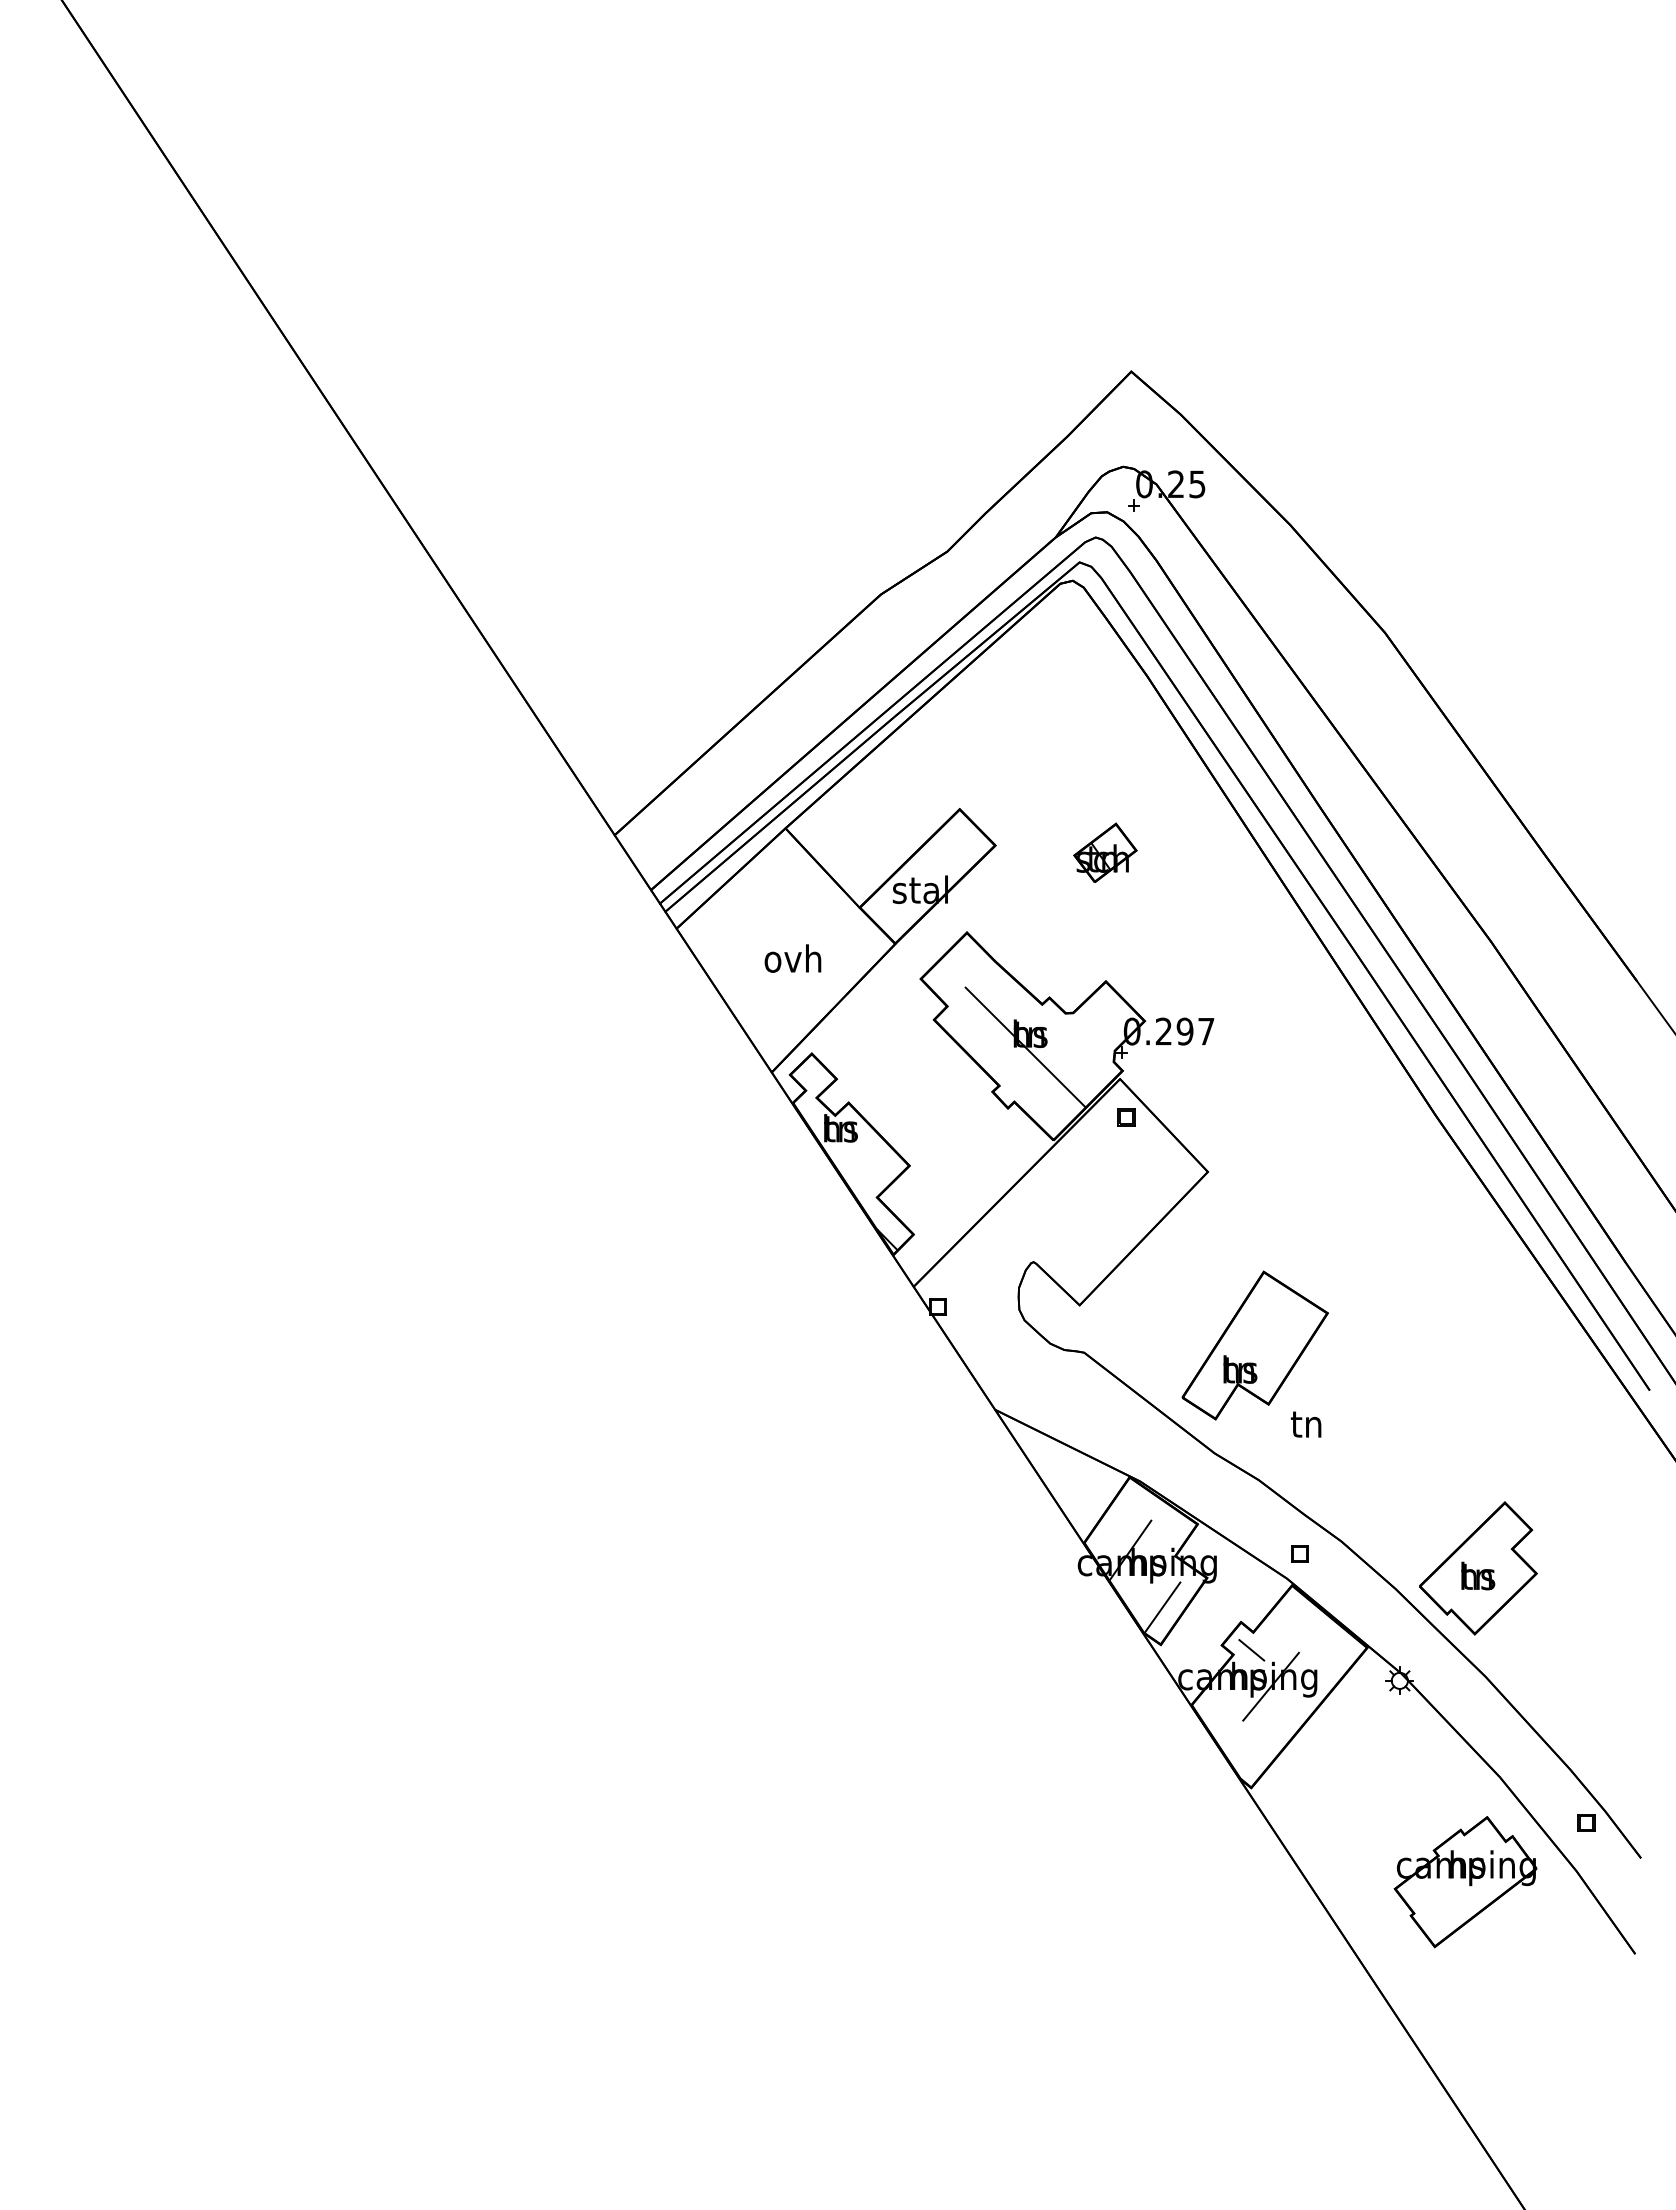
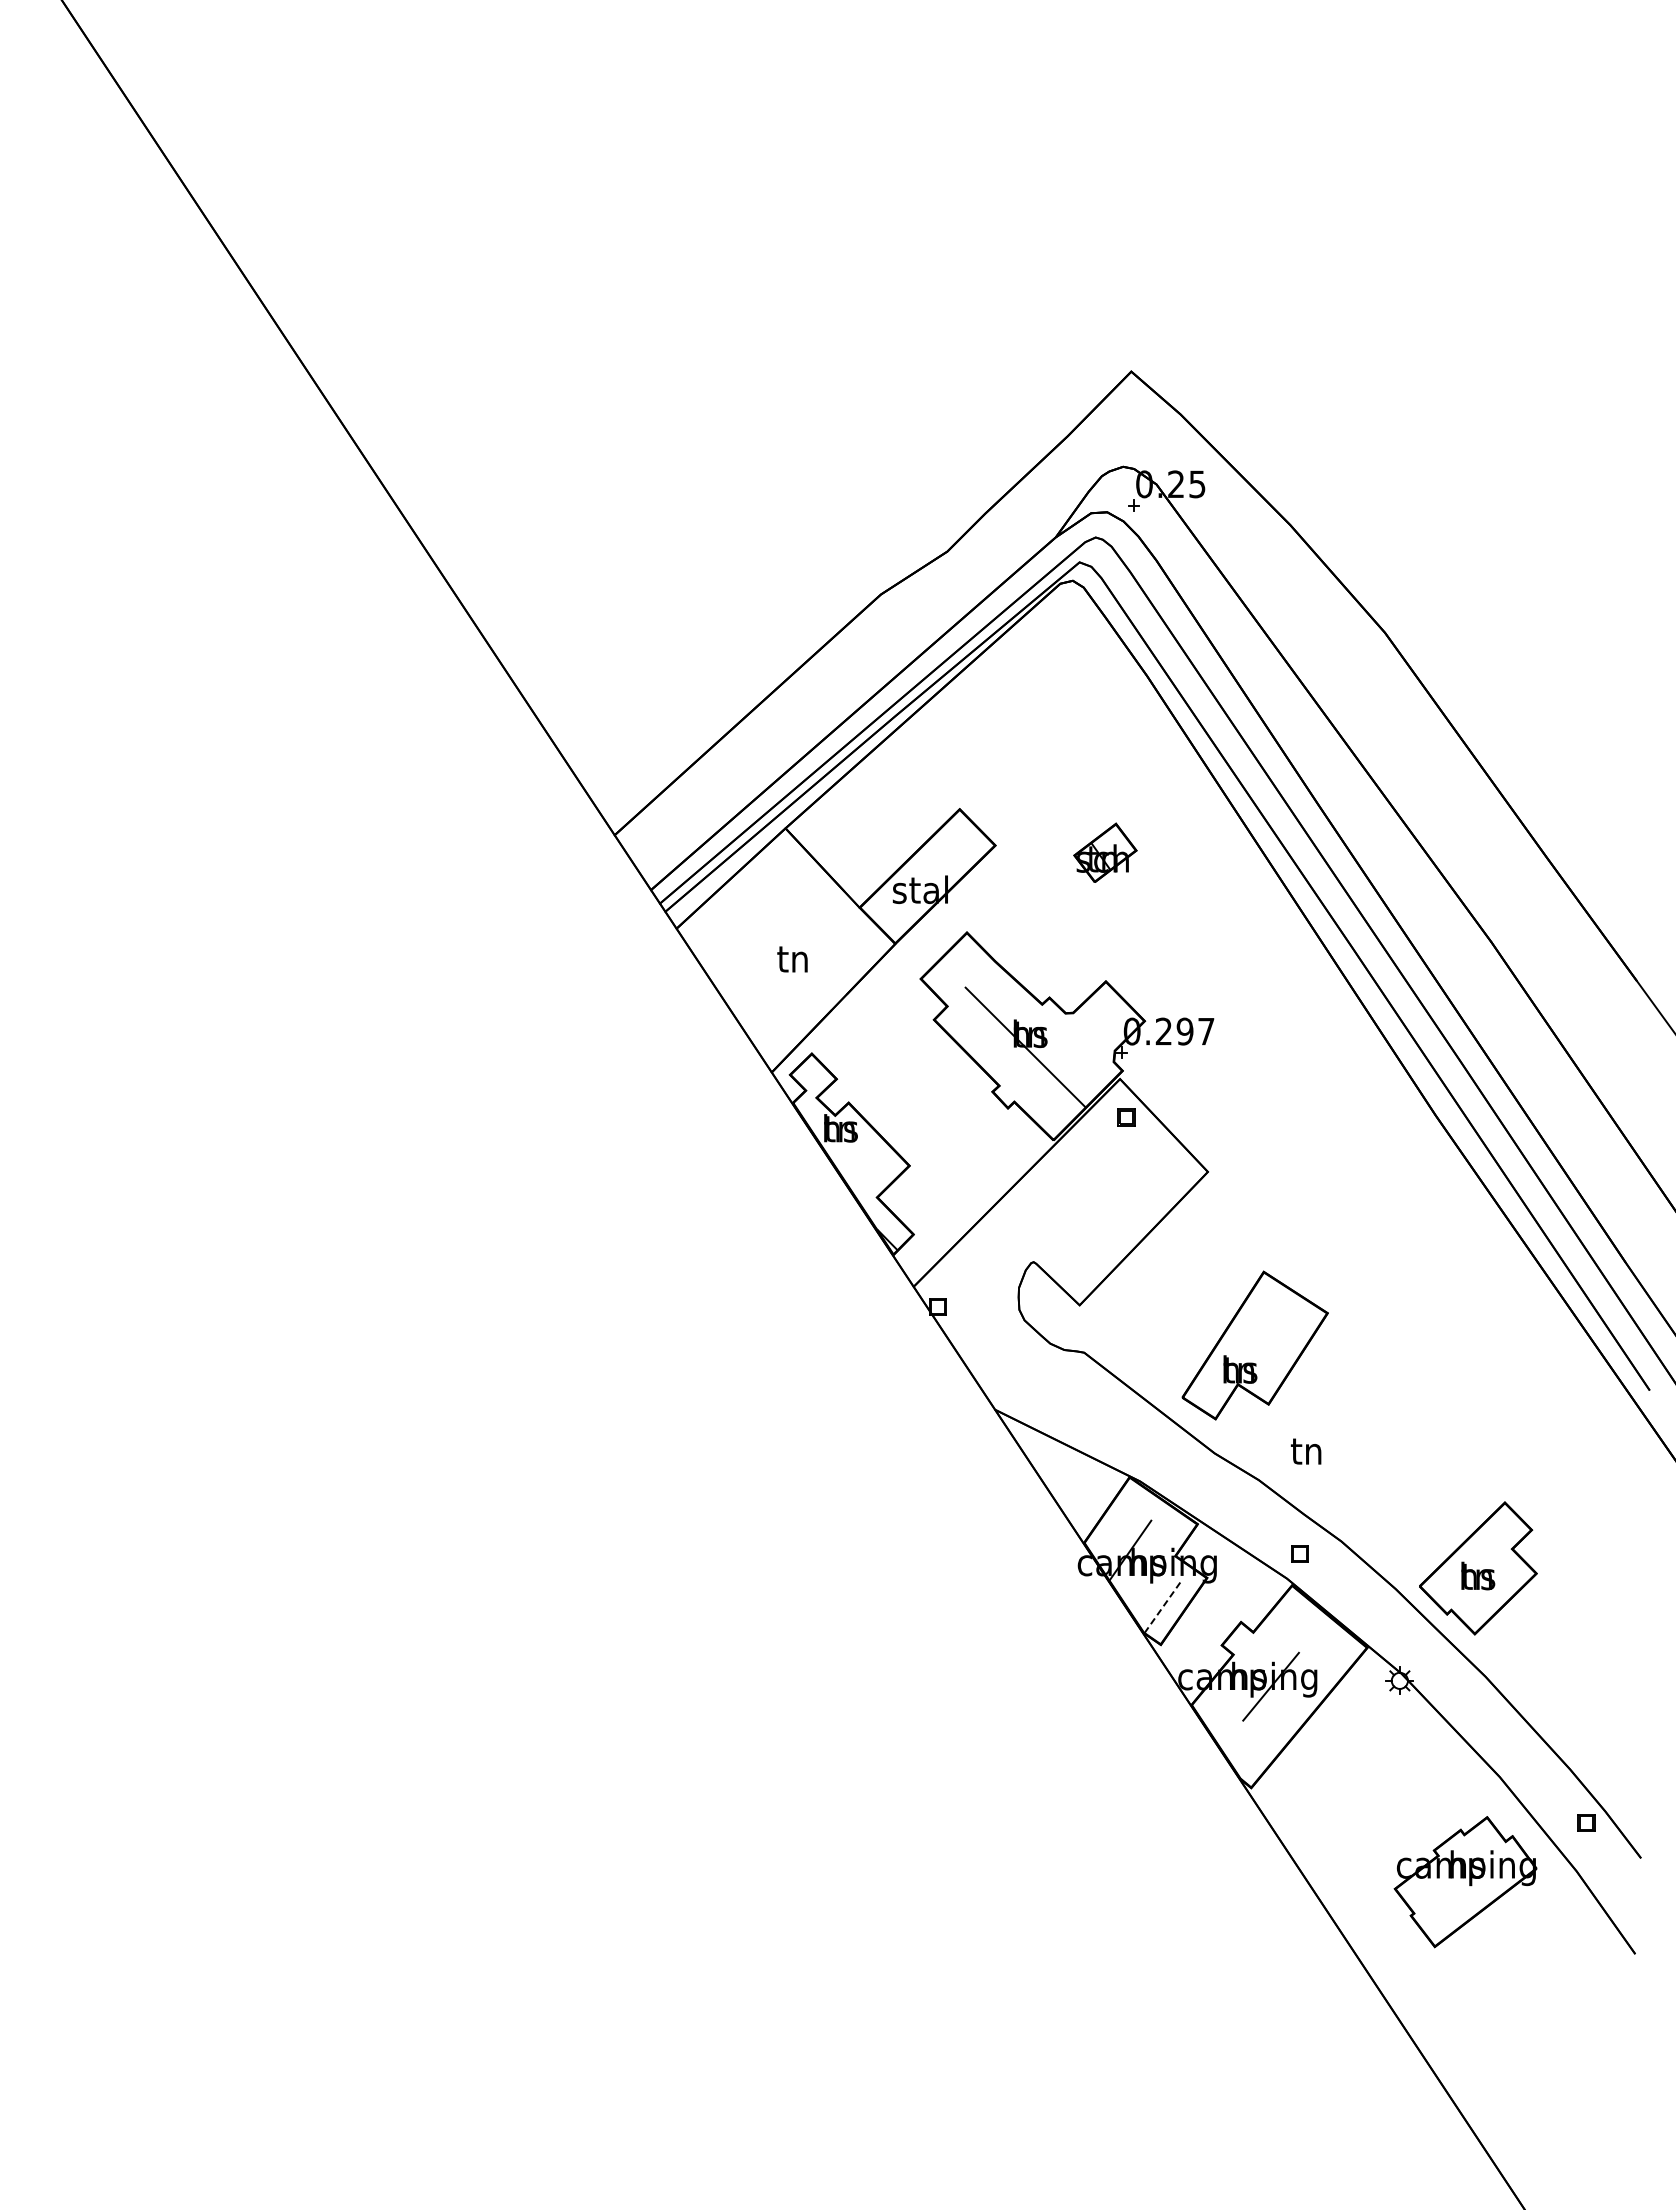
text at (792, 958): ovh -> tn
text at (1305, 1424) position: (1305, 1424) -> (1305, 1451)
line at (1162, 1607): solid -> dashed
line at (1251, 1650): present -> none
